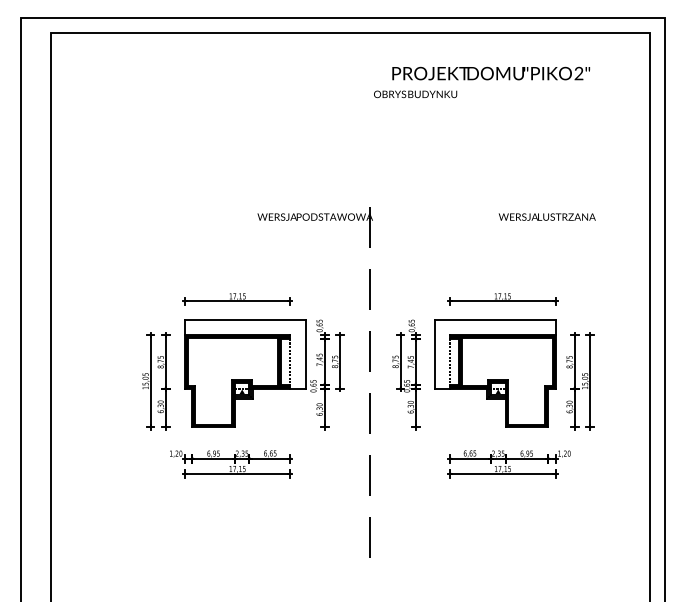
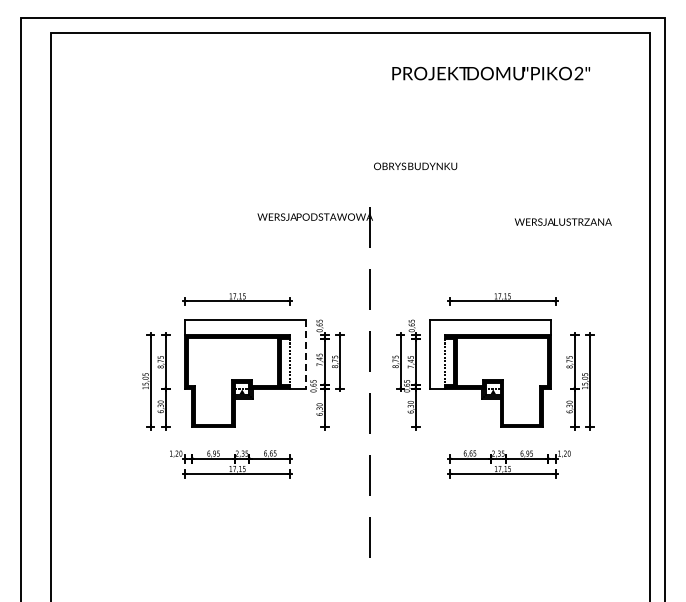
text at (415, 94) position: (415, 94) -> (415, 166)
text at (546, 216) position: (546, 216) -> (562, 221)
line at (305, 354): solid -> dashed
part at (495, 373) position: (495, 373) -> (490, 373)
